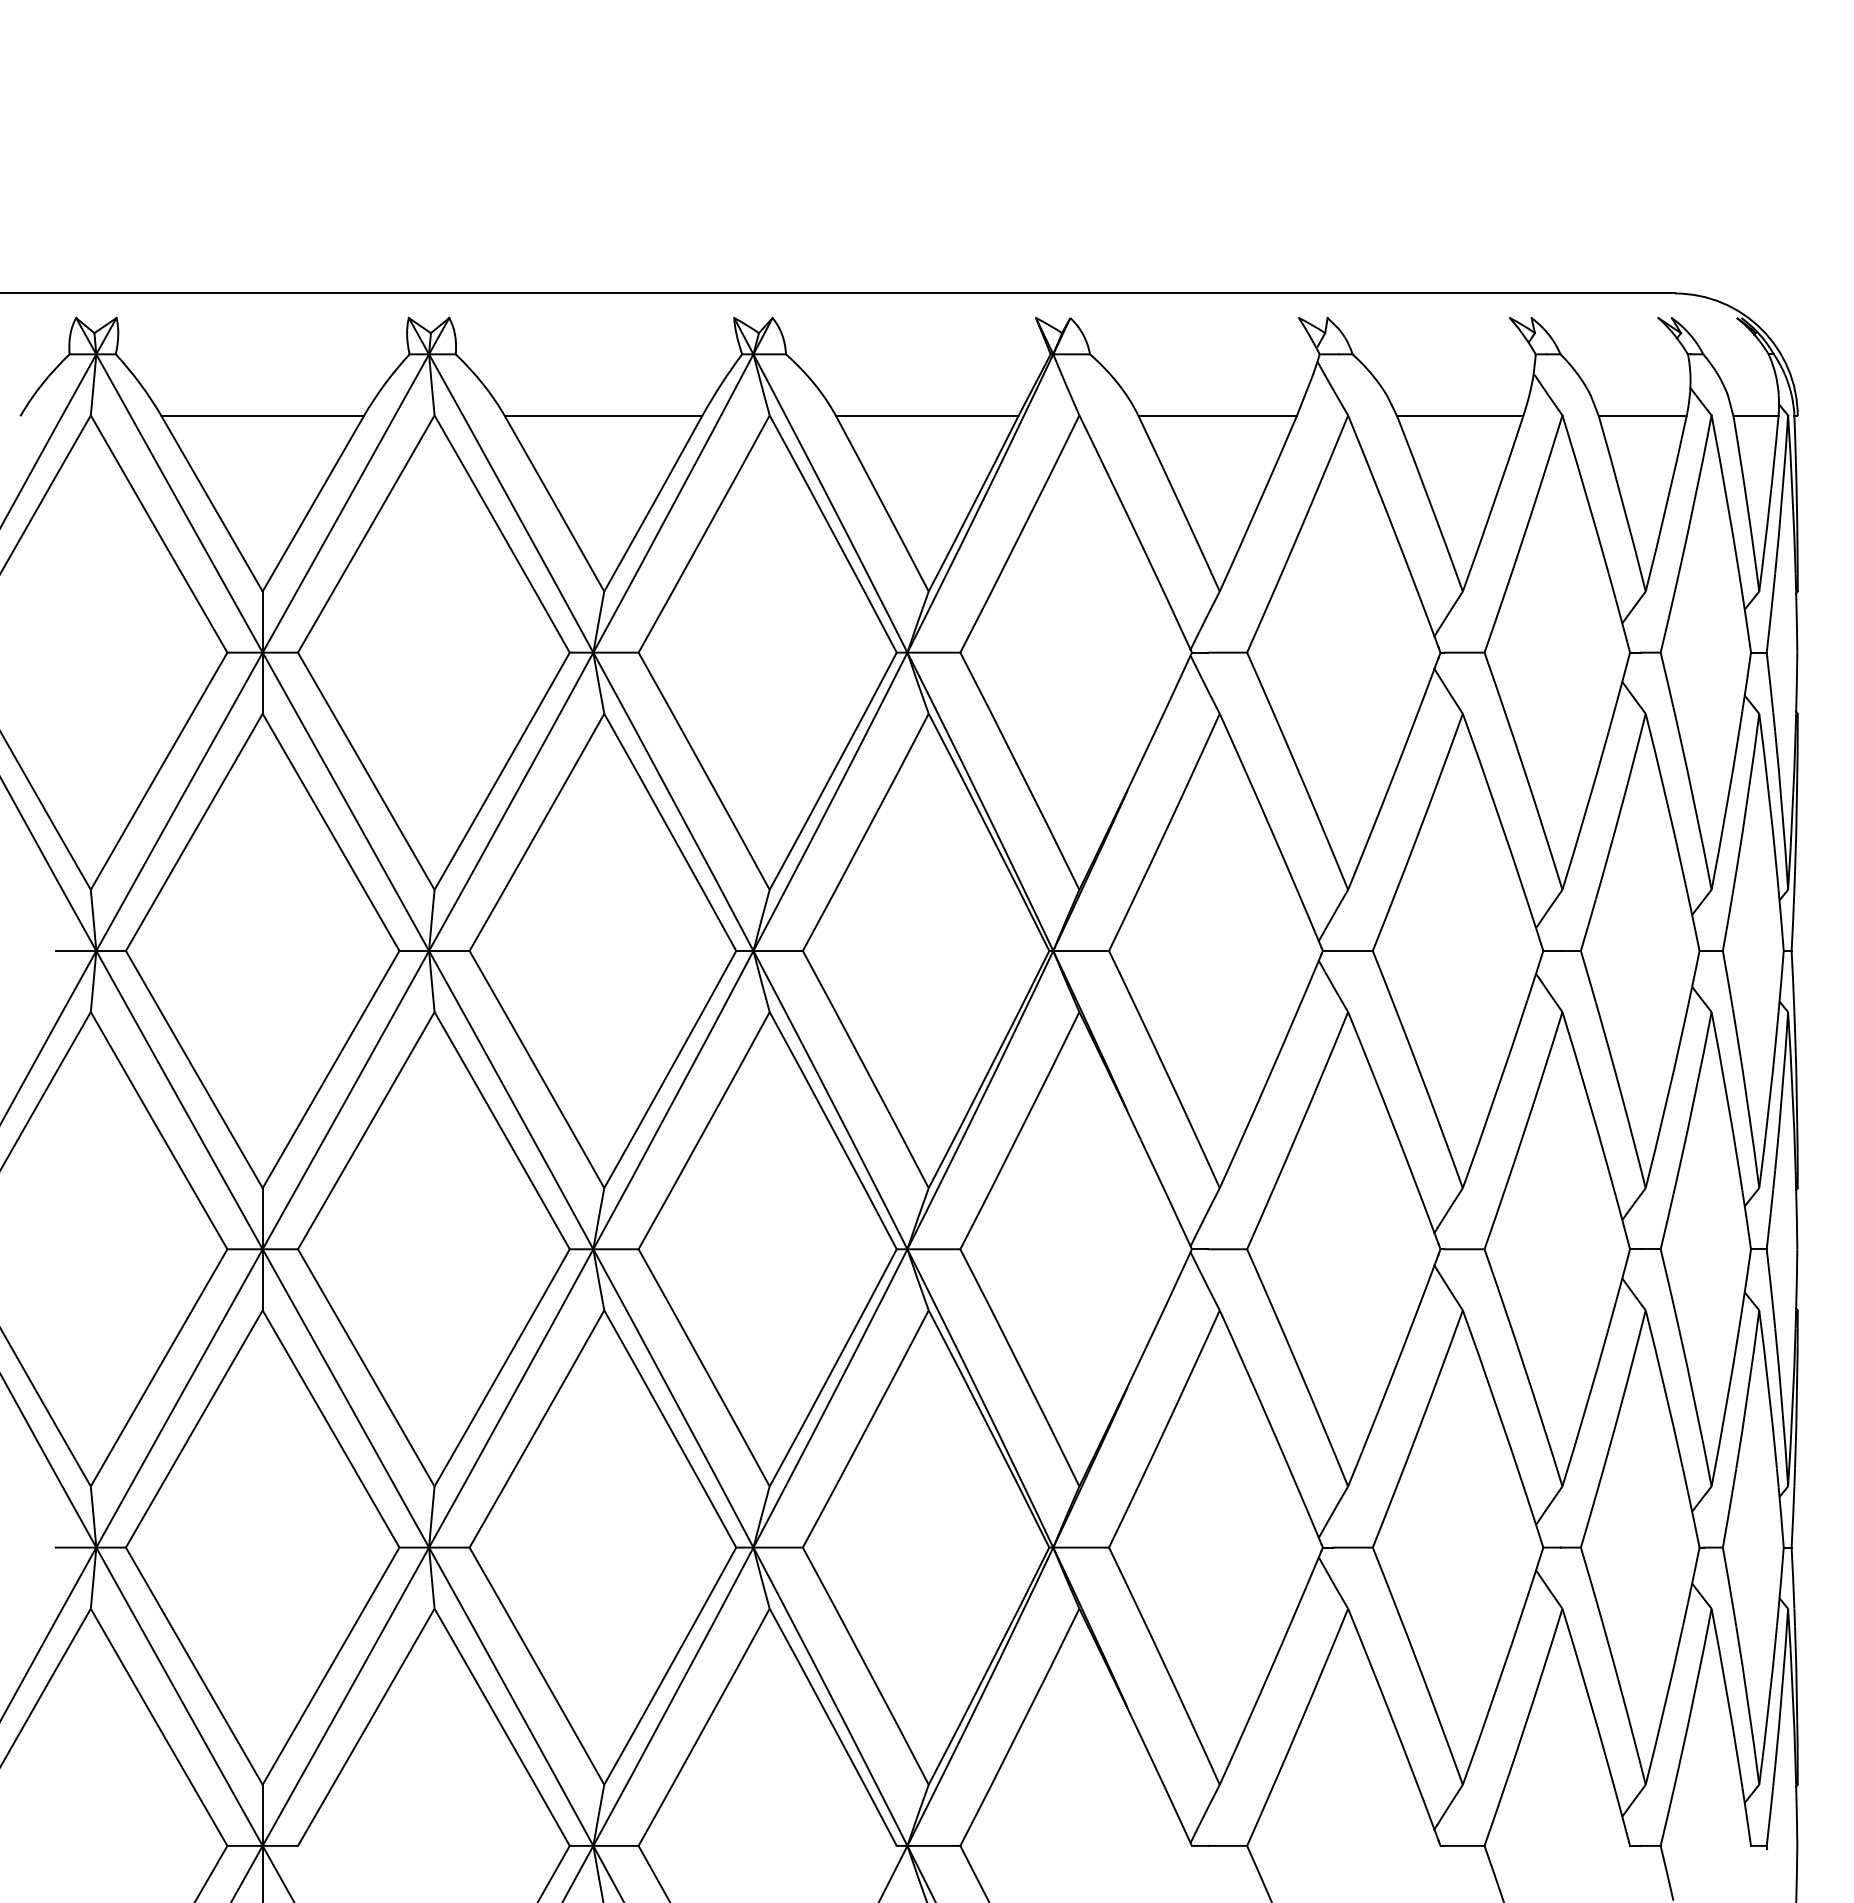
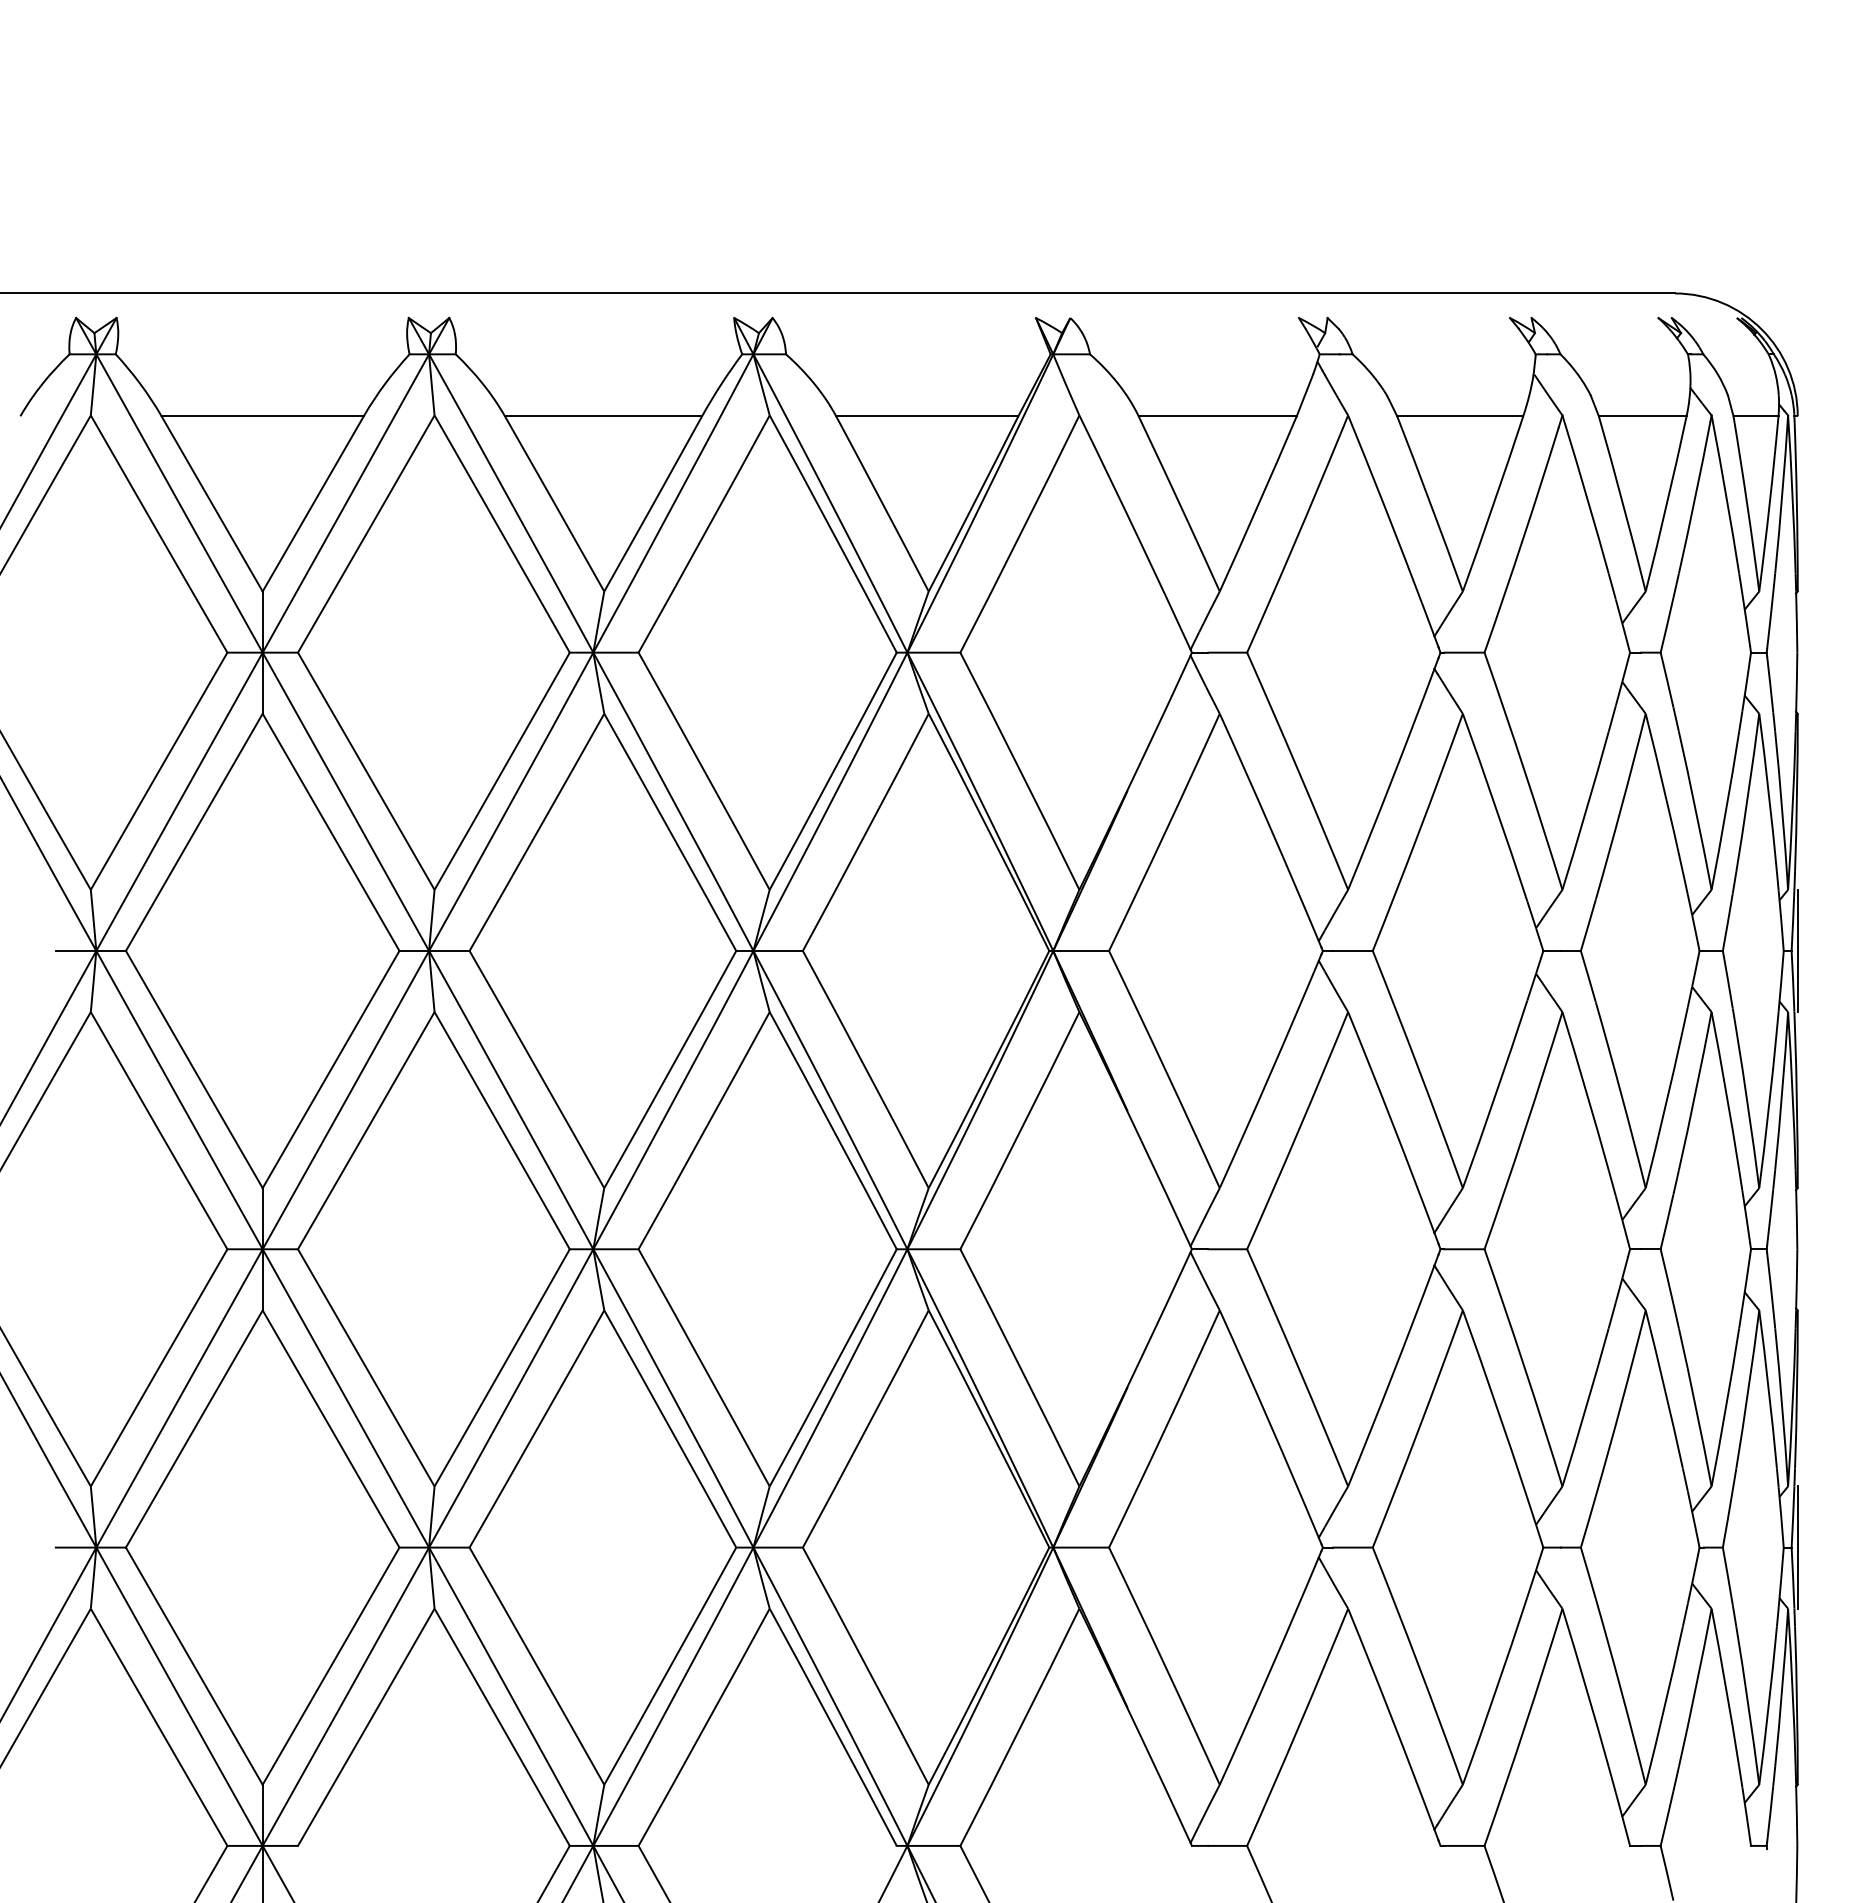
line at (1797, 950): none -> present
line at (1797, 1547): none -> present
